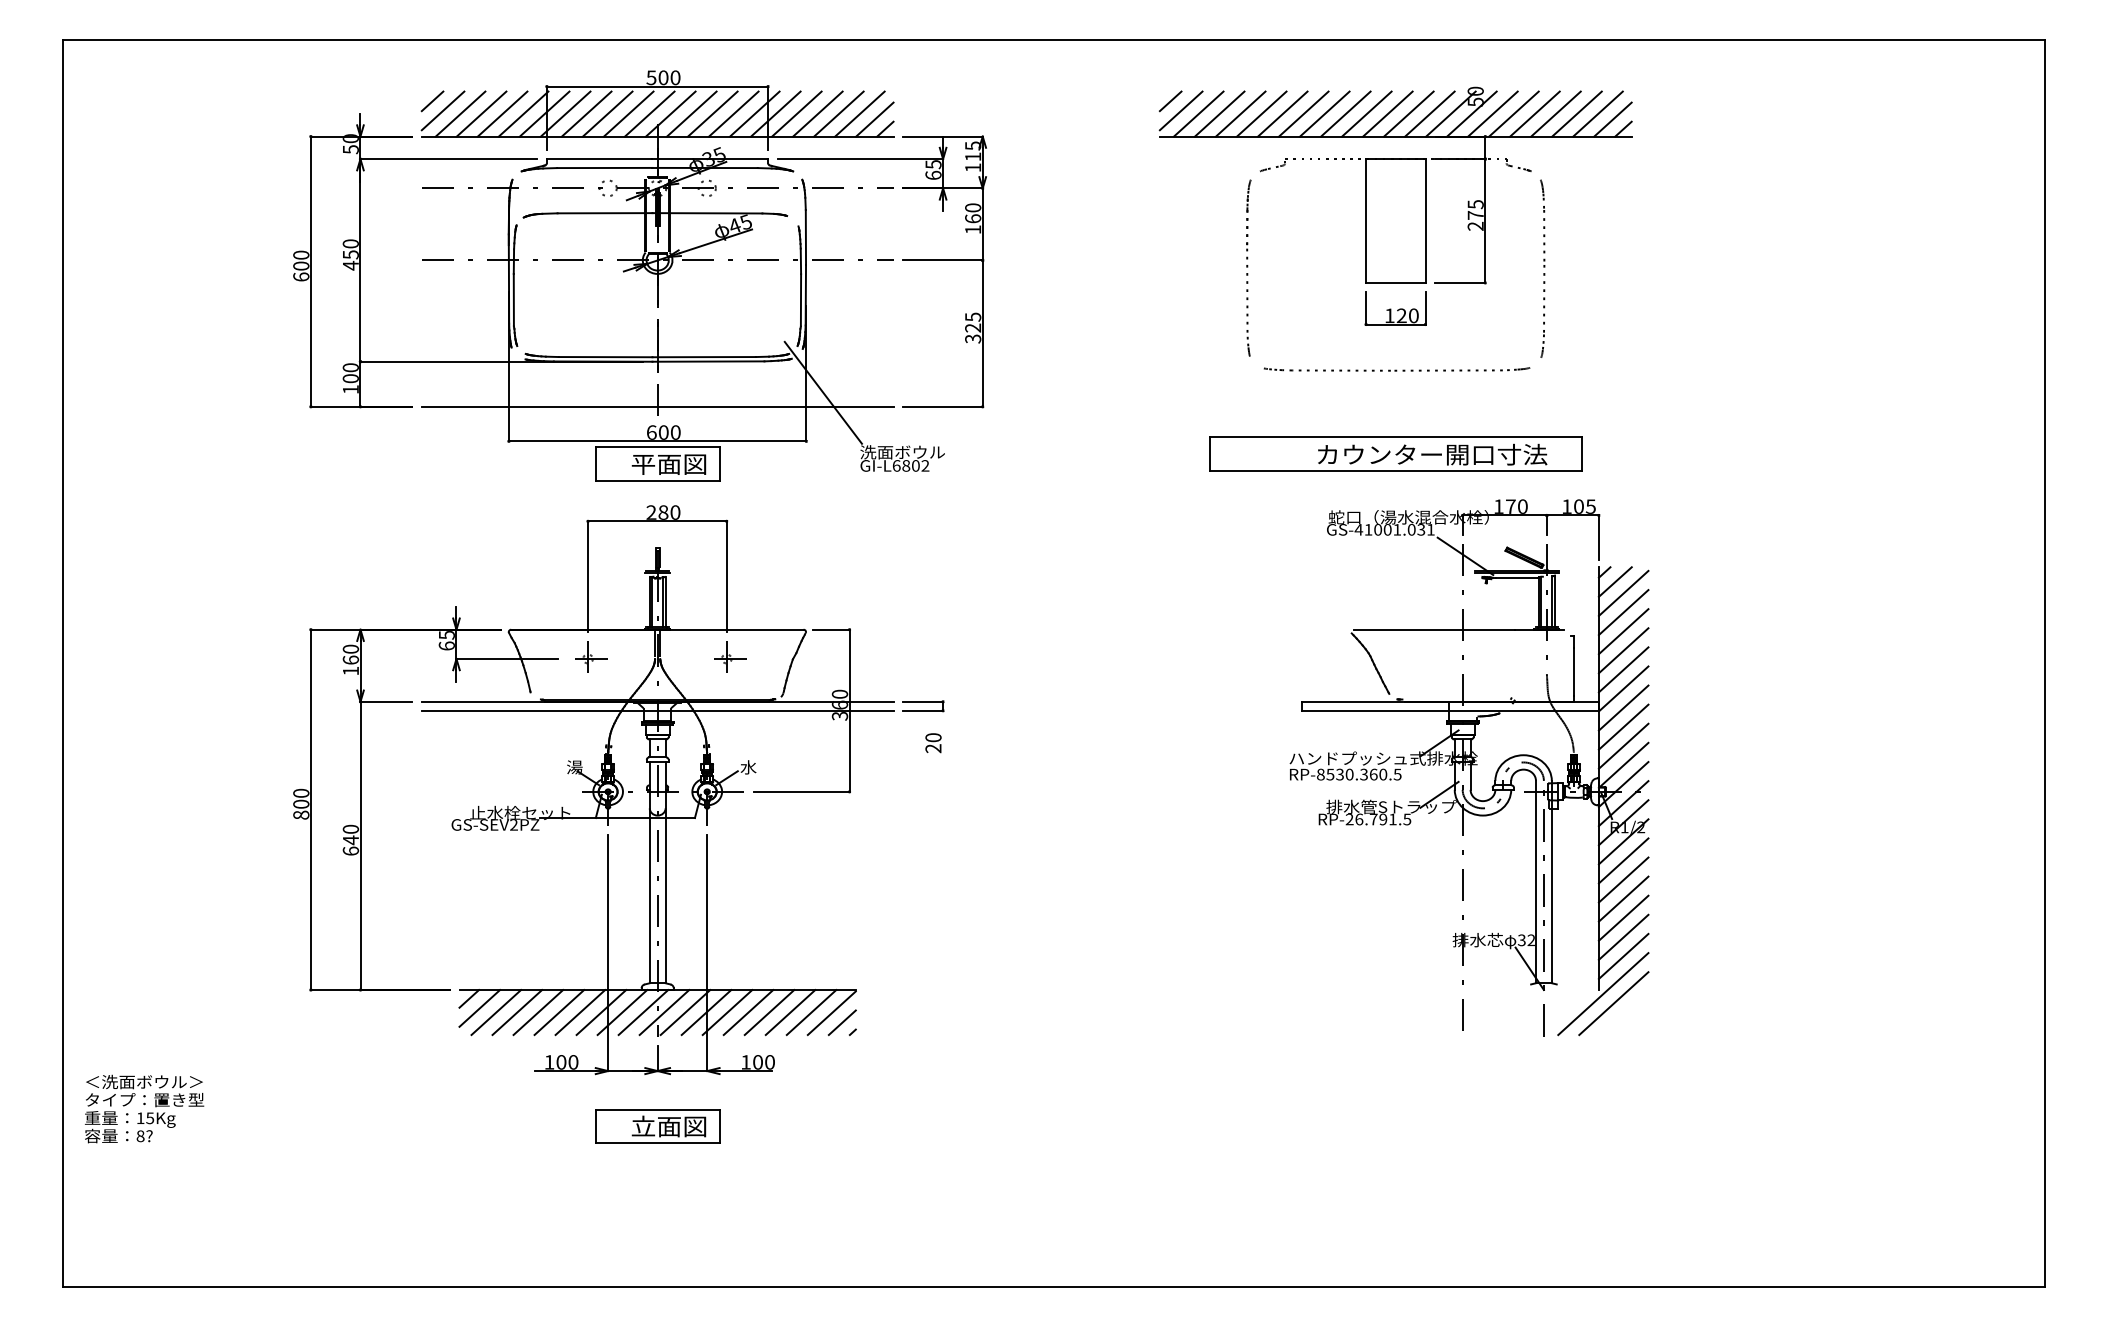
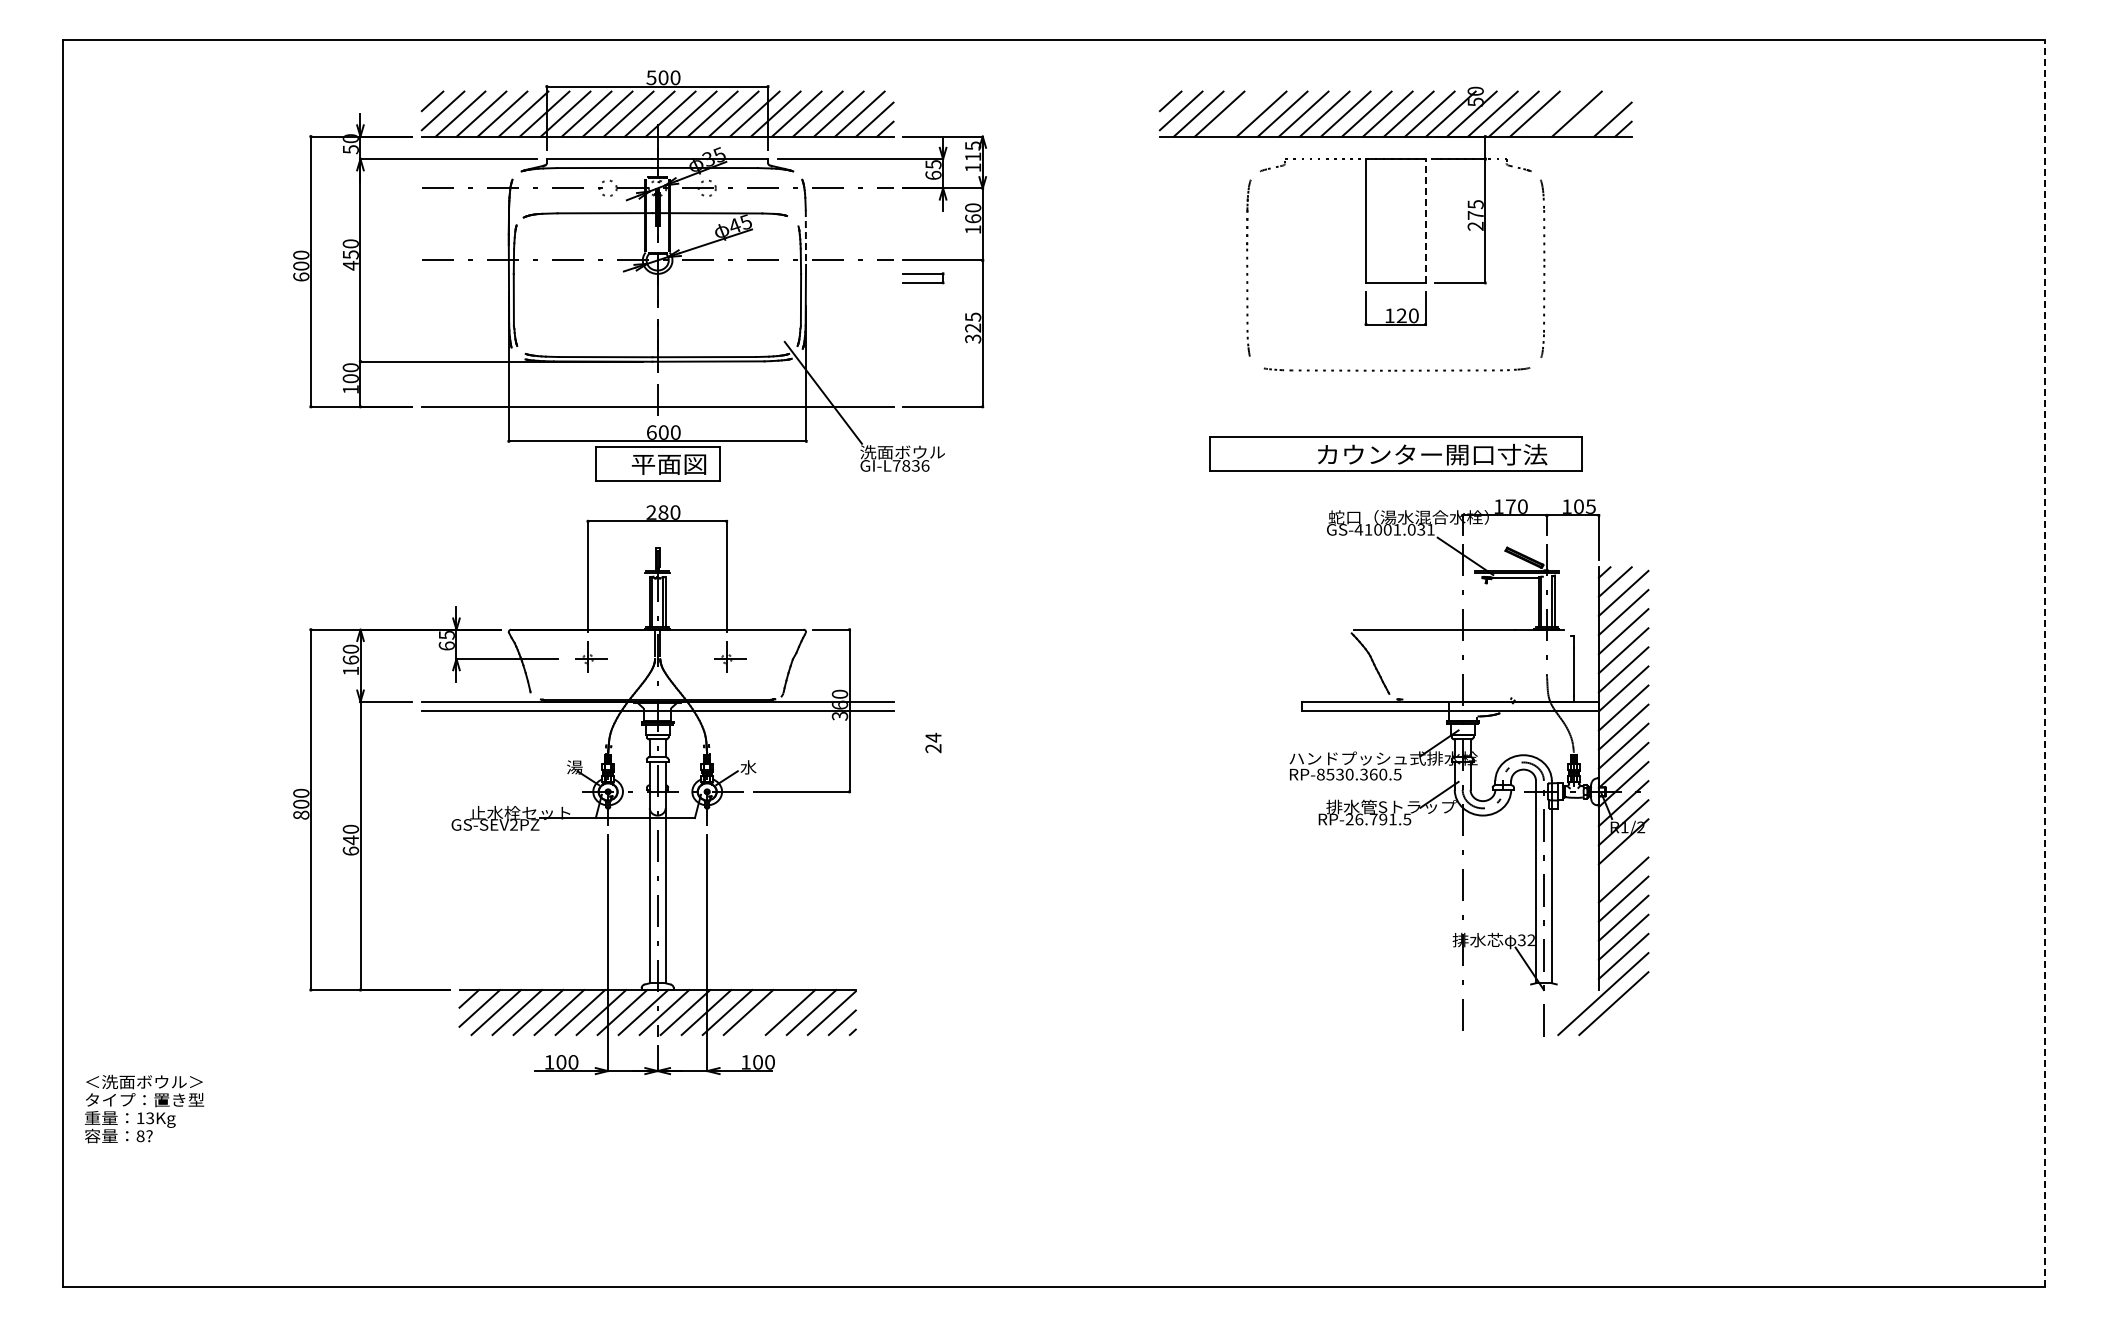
line at (1240, 113): present -> none
line at (1555, 113): present -> none
line at (1597, 113): present -> none
line at (1425, 221): solid -> dashed
line at (805, 237): solid -> dashed
text at (910, 465): GI-L6802 -> GI-L7836
line at (2044, 663): solid -> dashed
part at (923, 706) position: (923, 706) -> (923, 278)
text at (933, 737): 20 -> 24
line at (1623, 860): present -> none
line at (769, 1012): present -> none
text at (149, 1117): 15Kg -> 13Kg
part at (657, 1126): present -> none
